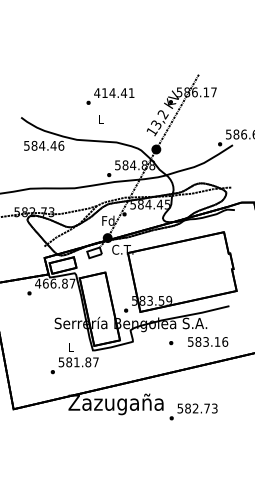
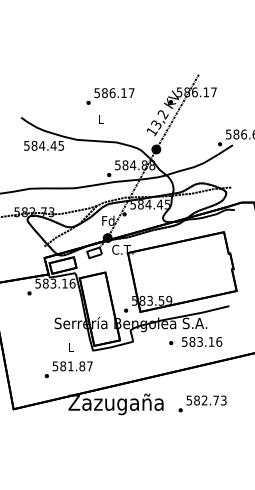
text at (114, 93): 414.41 -> 586.17
text at (61, 145): 584.46 -> 584.45
text at (55, 283): 466.87 -> 583.16
text at (208, 341) position: (208, 341) -> (202, 341)
text at (74, 365) position: (74, 365) -> (68, 369)
text at (193, 411) position: (193, 411) -> (202, 403)
